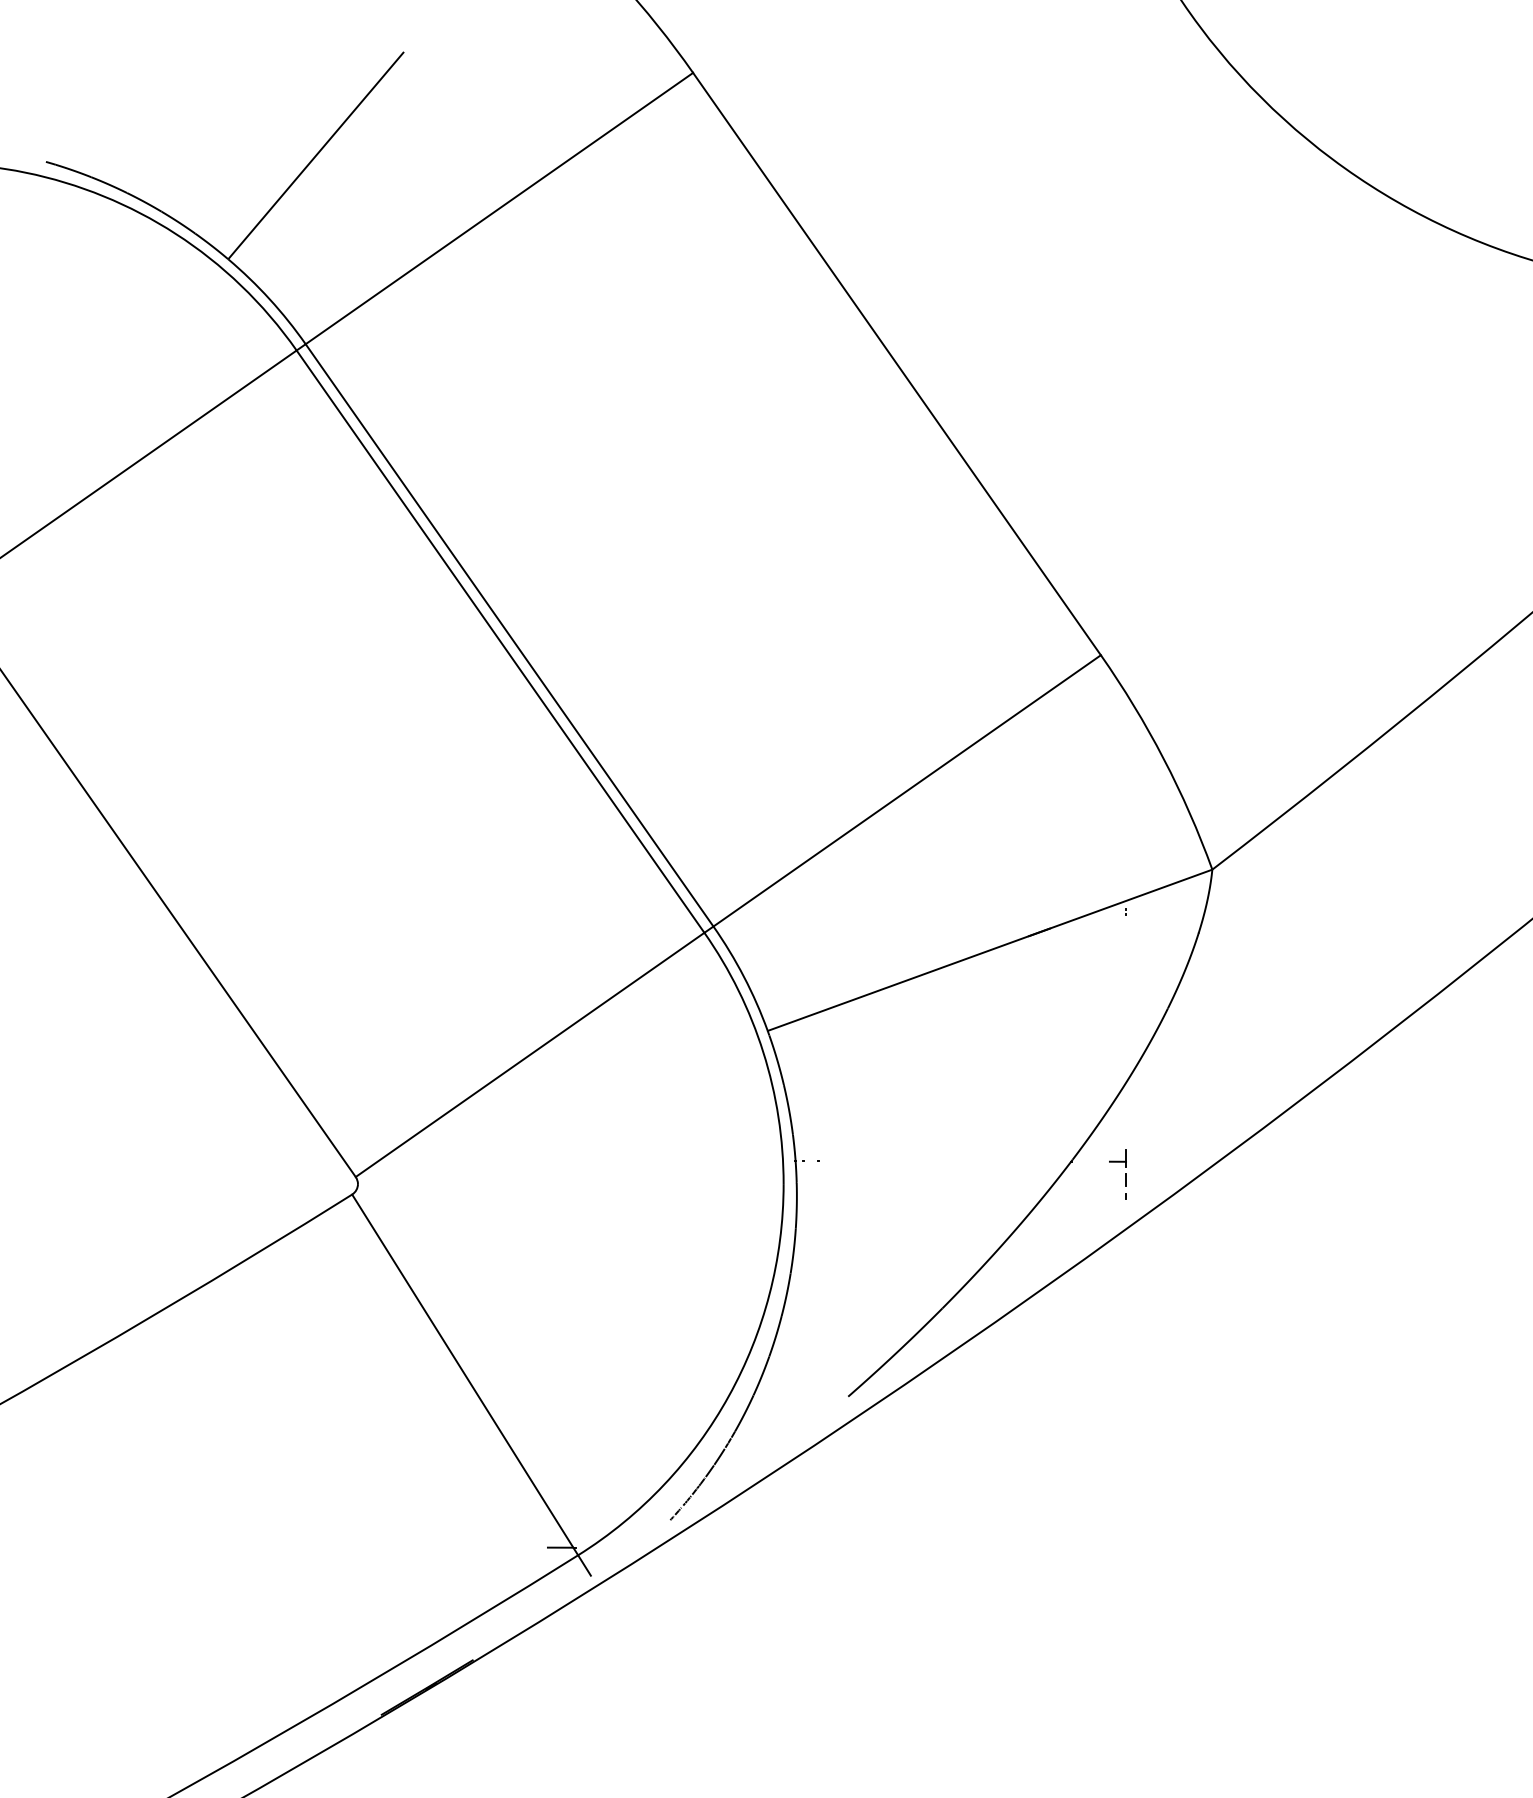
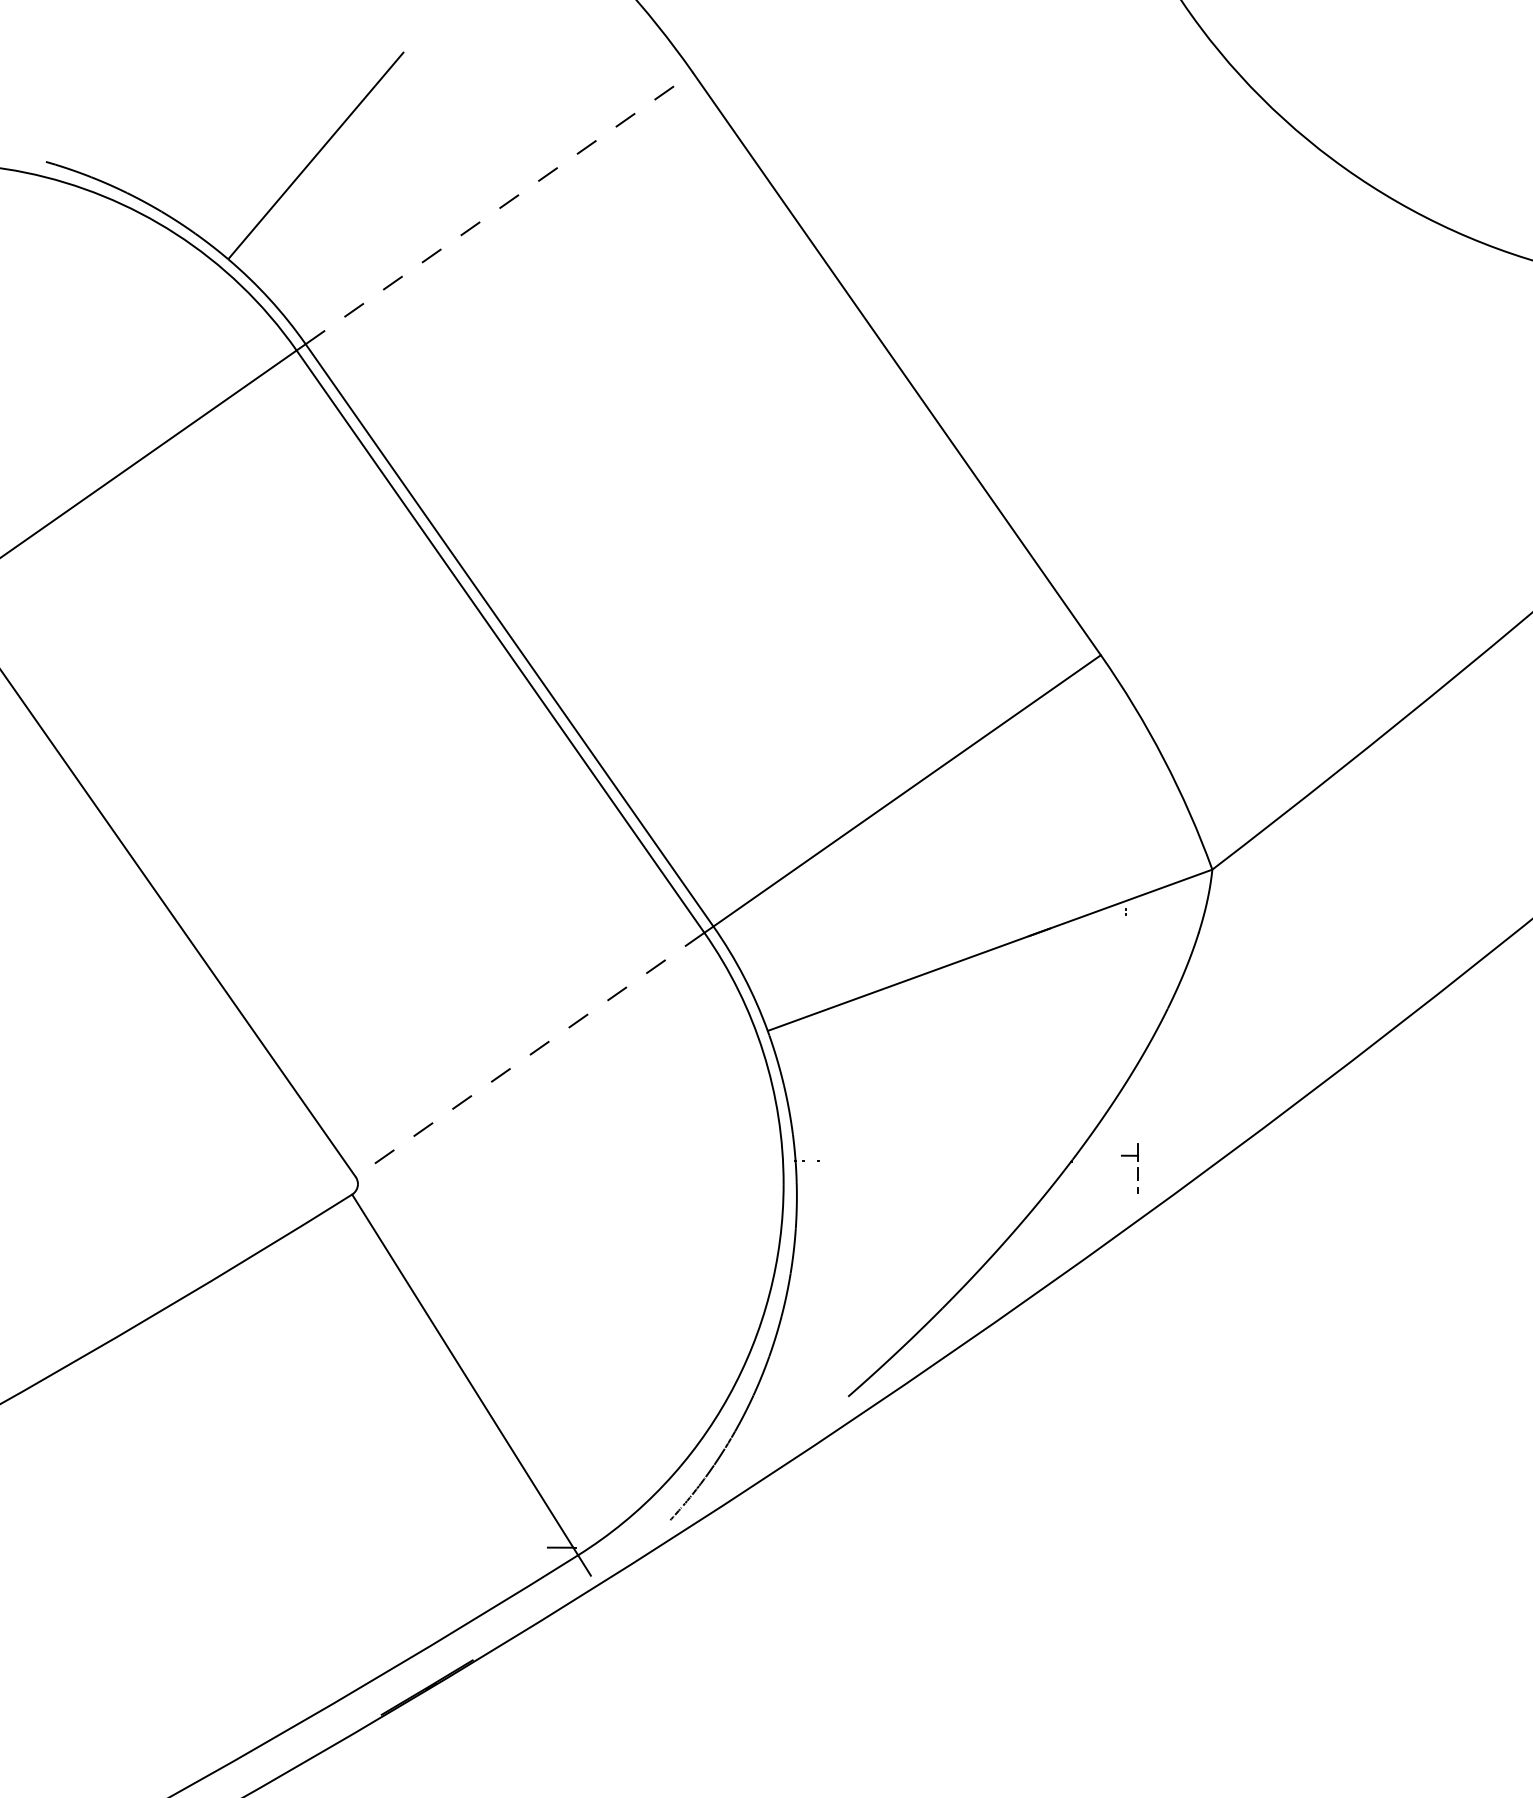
line at (499, 208): solid -> dashed
line at (530, 1054): solid -> dashed
part at (1125, 1174) position: (1125, 1174) -> (1137, 1168)
